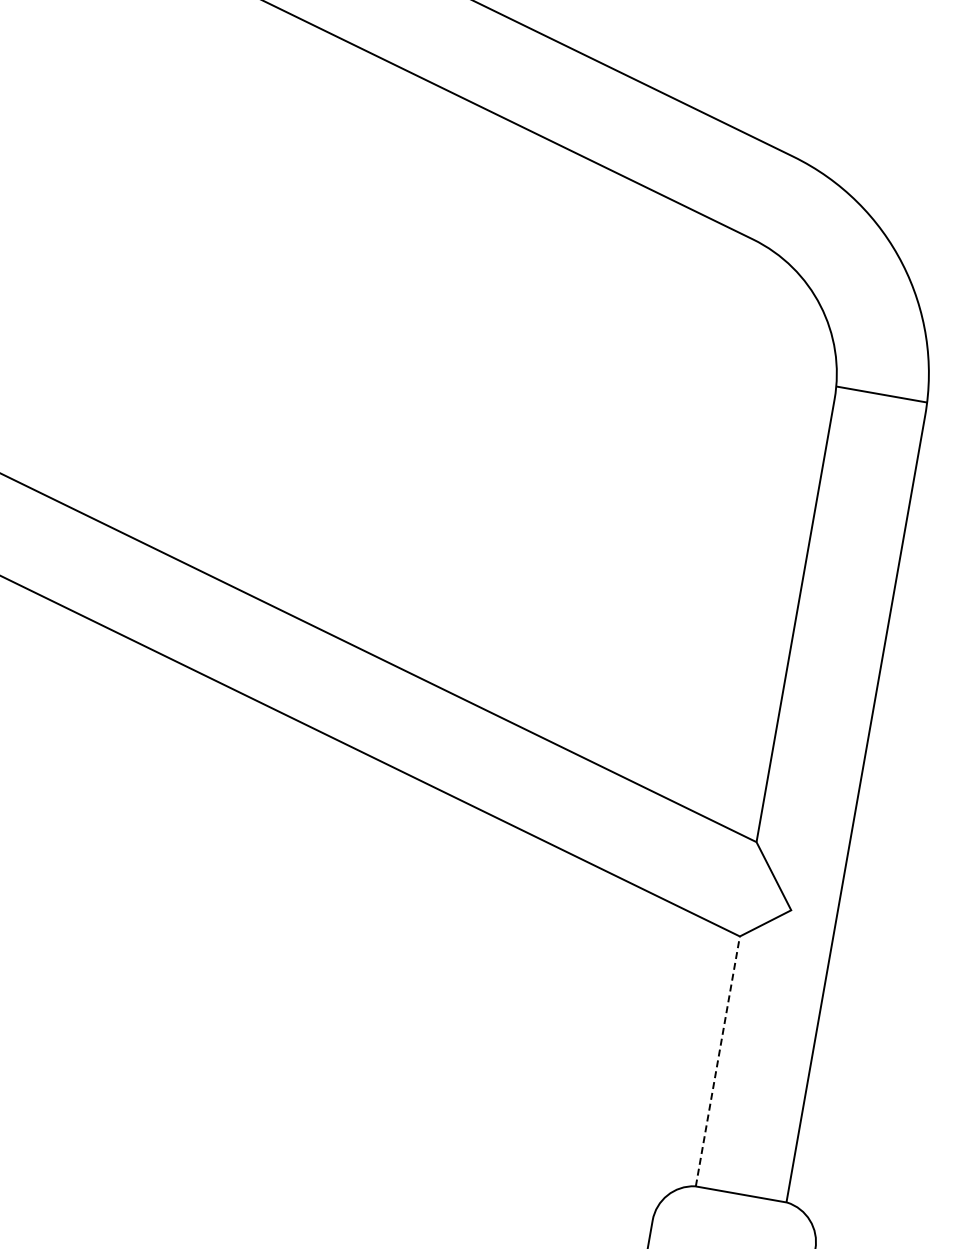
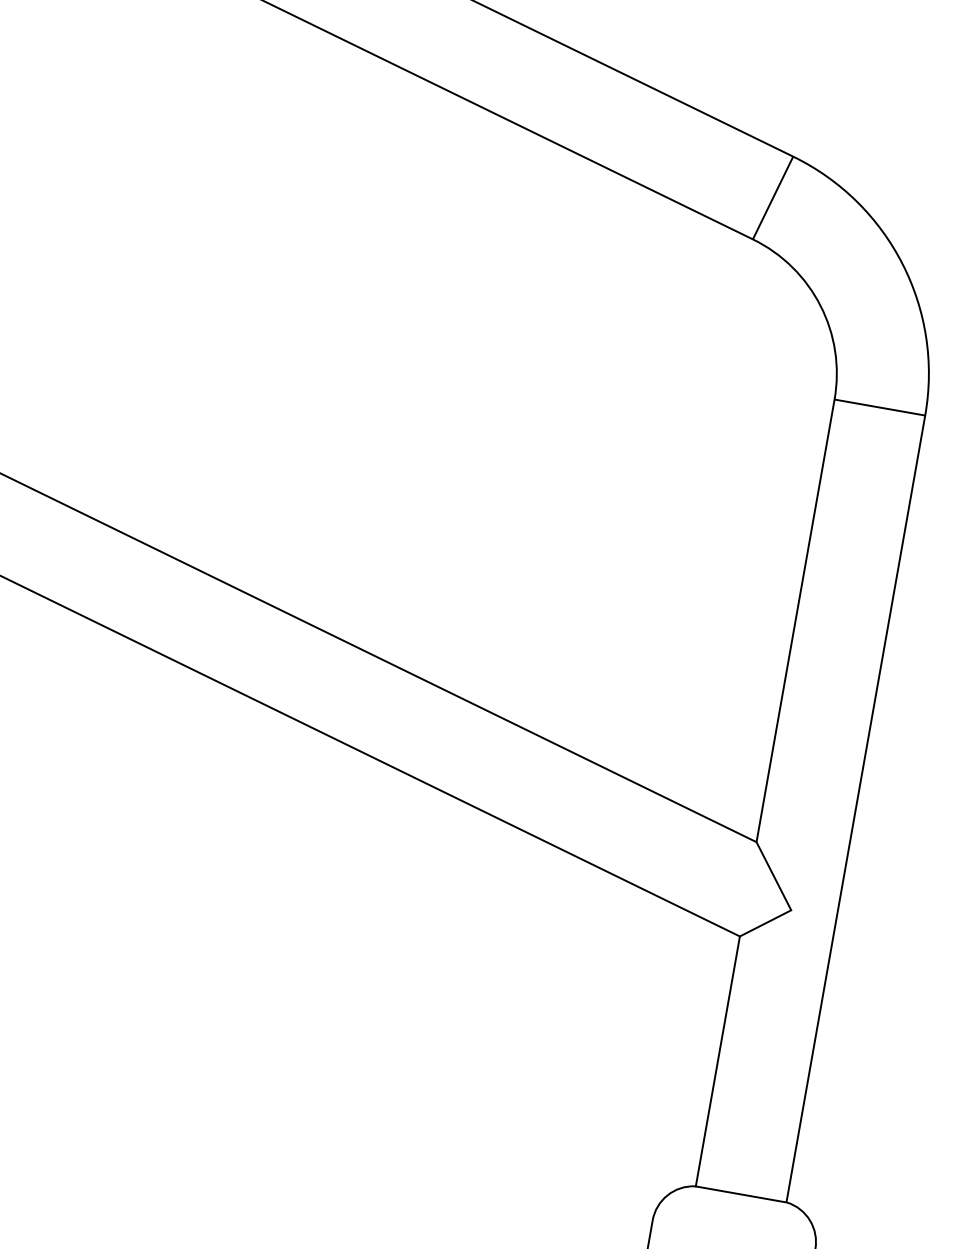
line at (772, 197): none -> present
line at (881, 394) position: (881, 394) -> (879, 407)
line at (717, 1061): dashed -> solid
